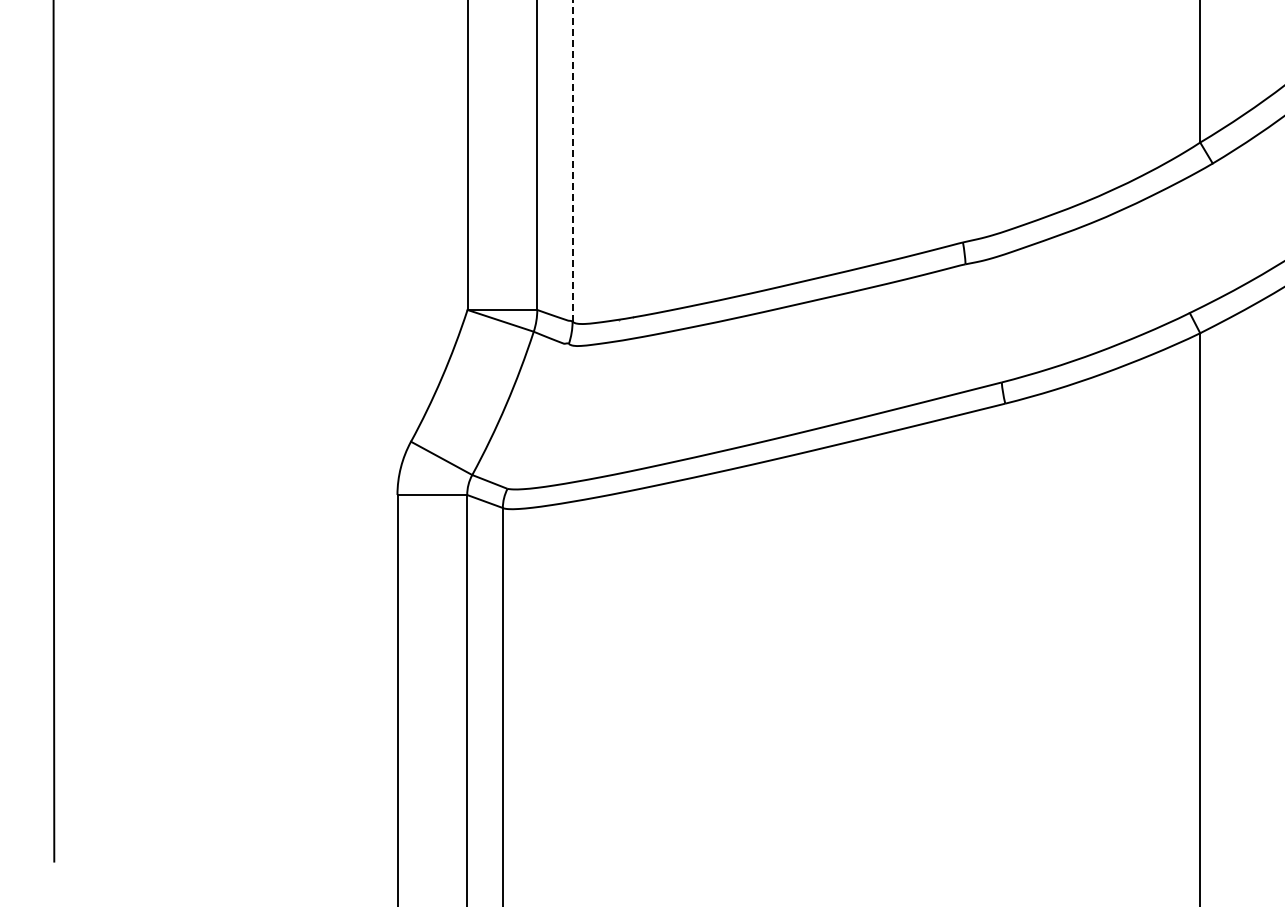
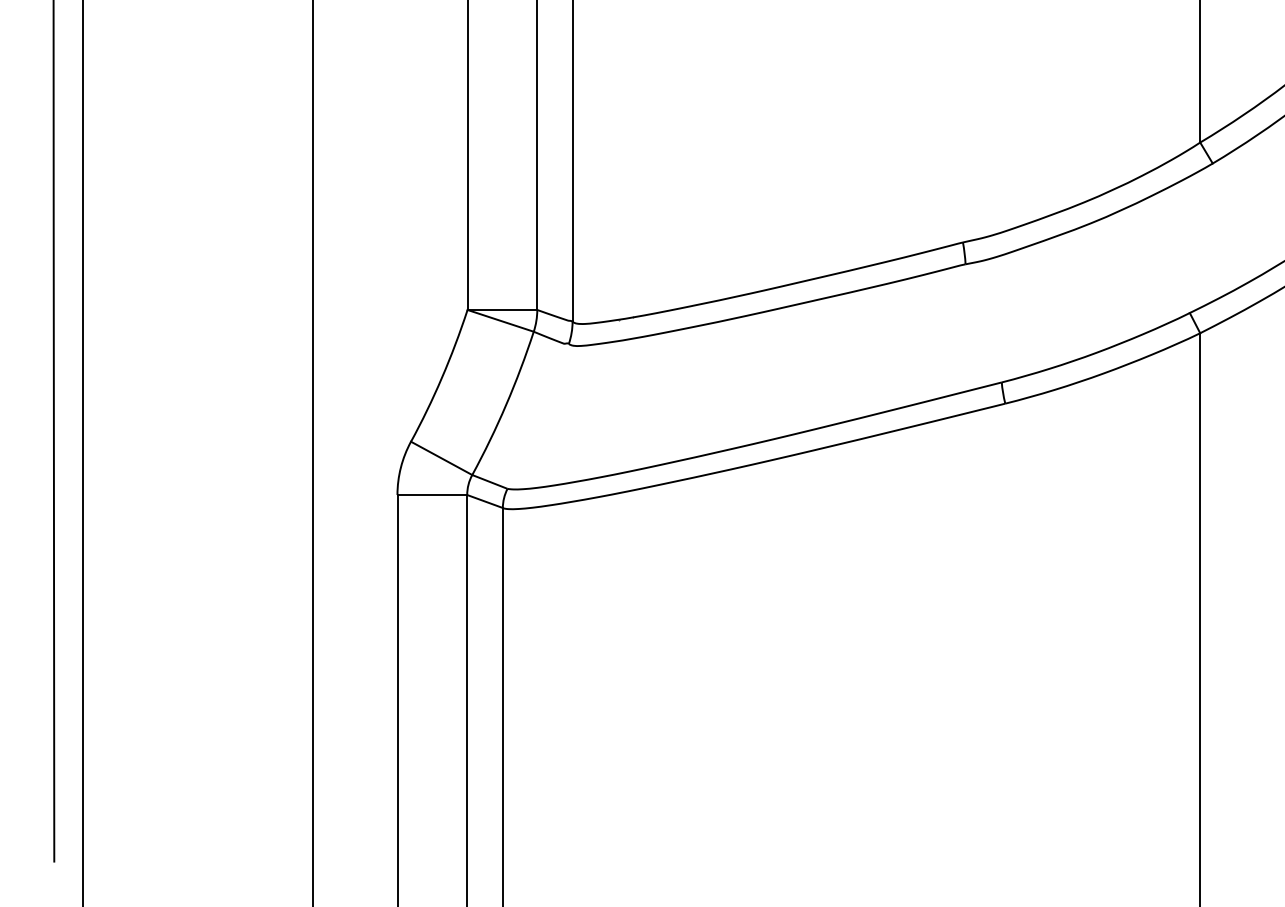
line at (572, 160): dashed -> solid
line at (82, 452): none -> present
line at (312, 452): none -> present
